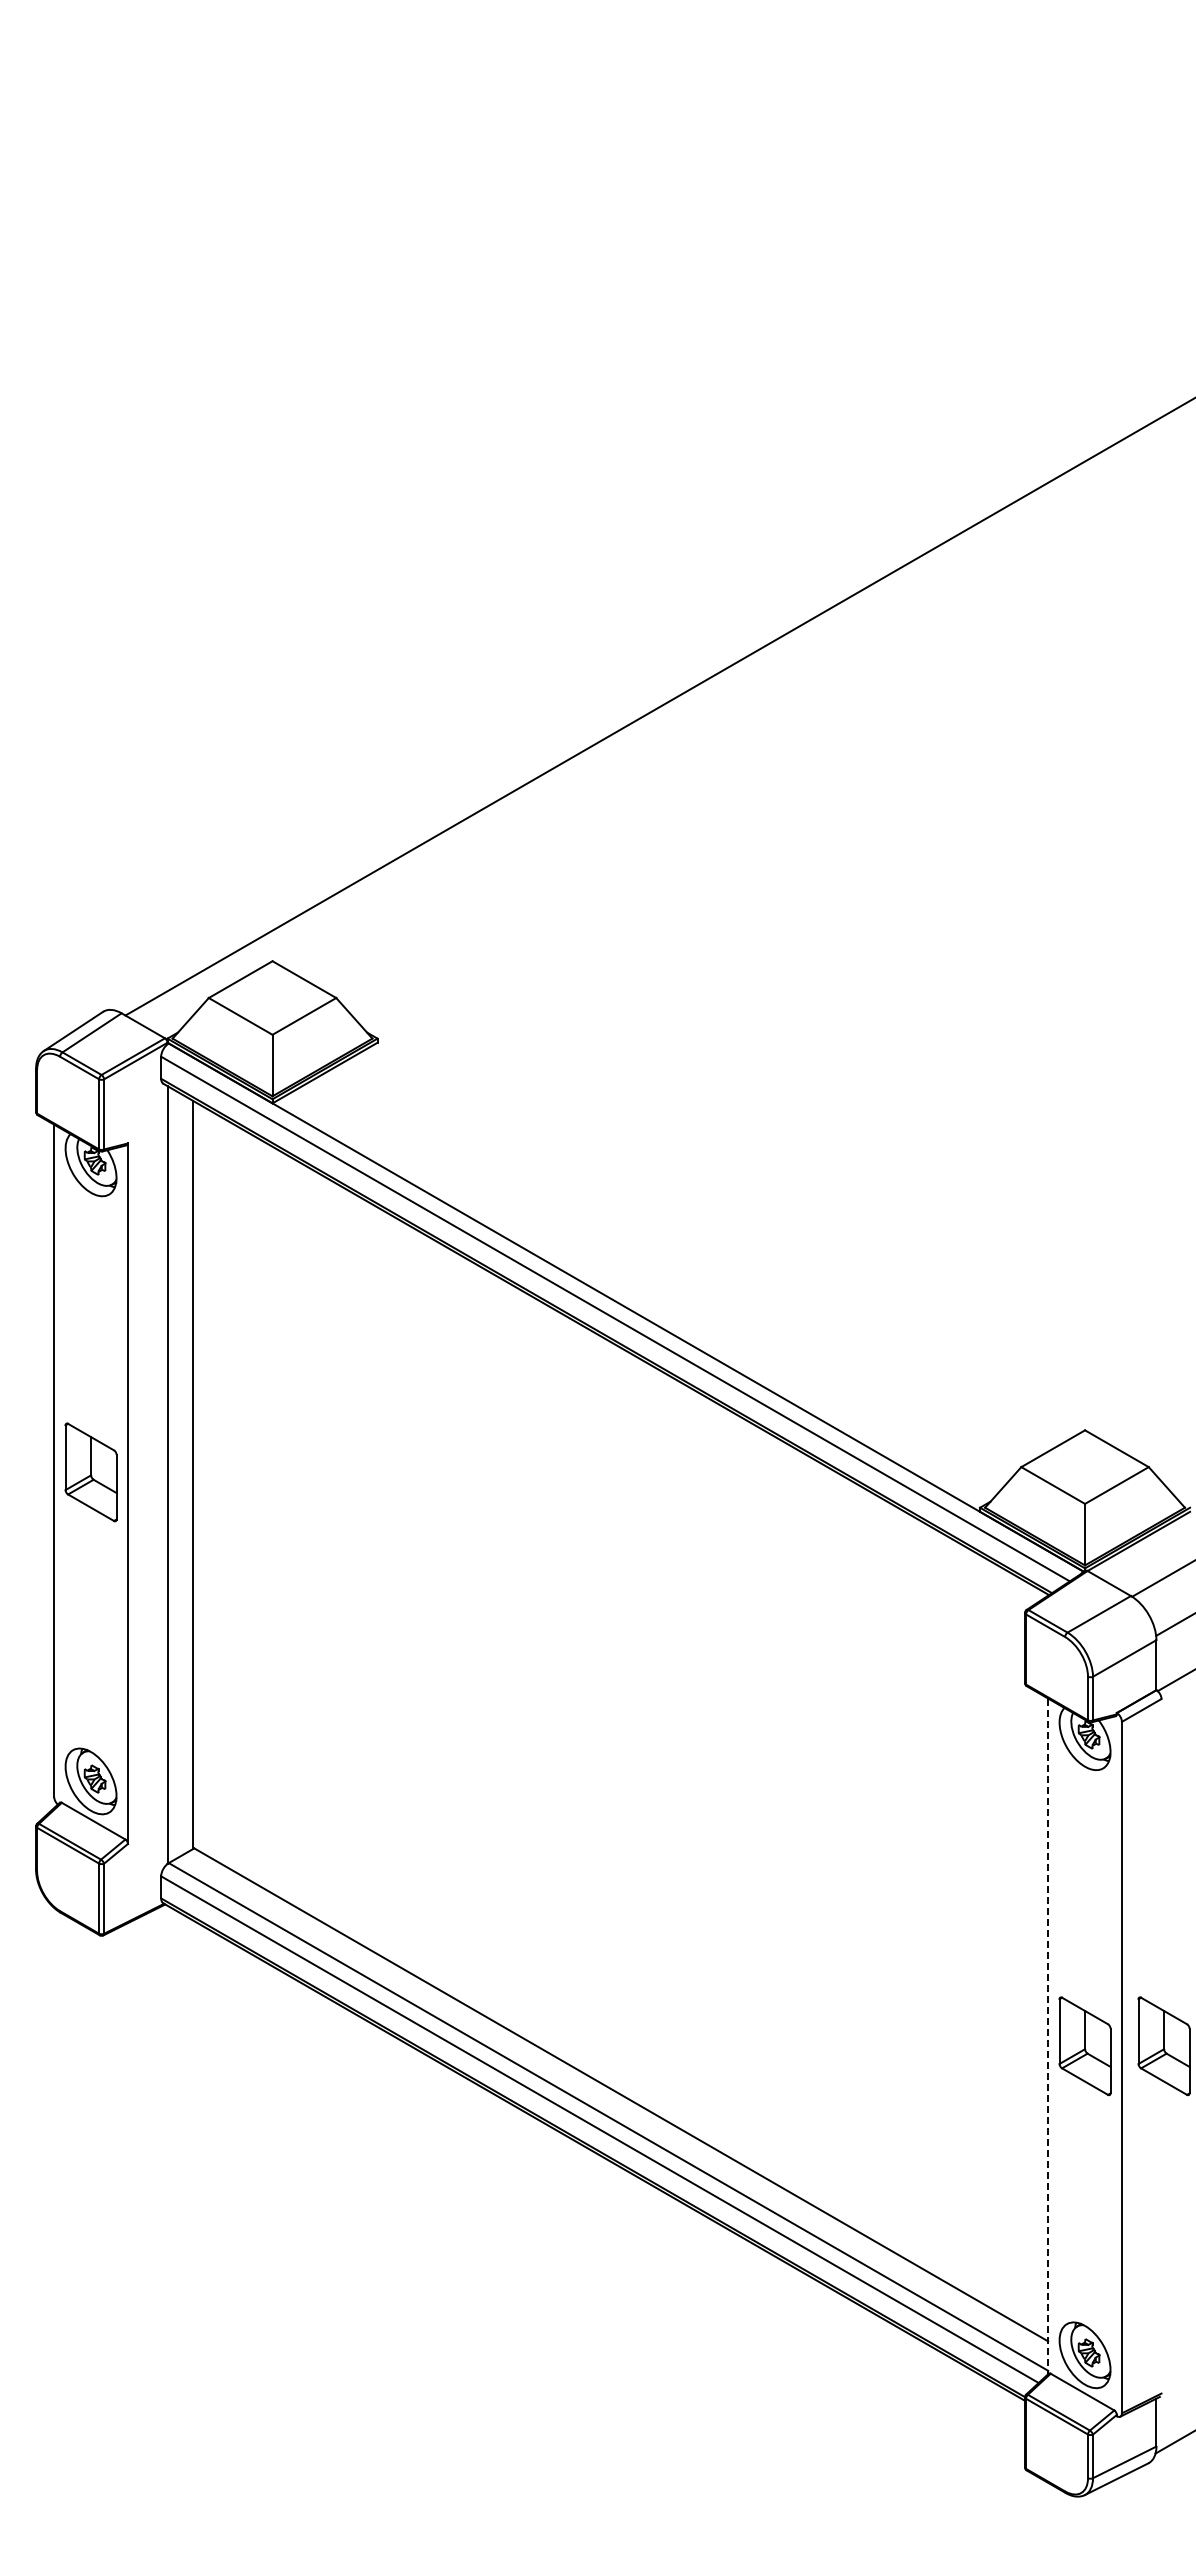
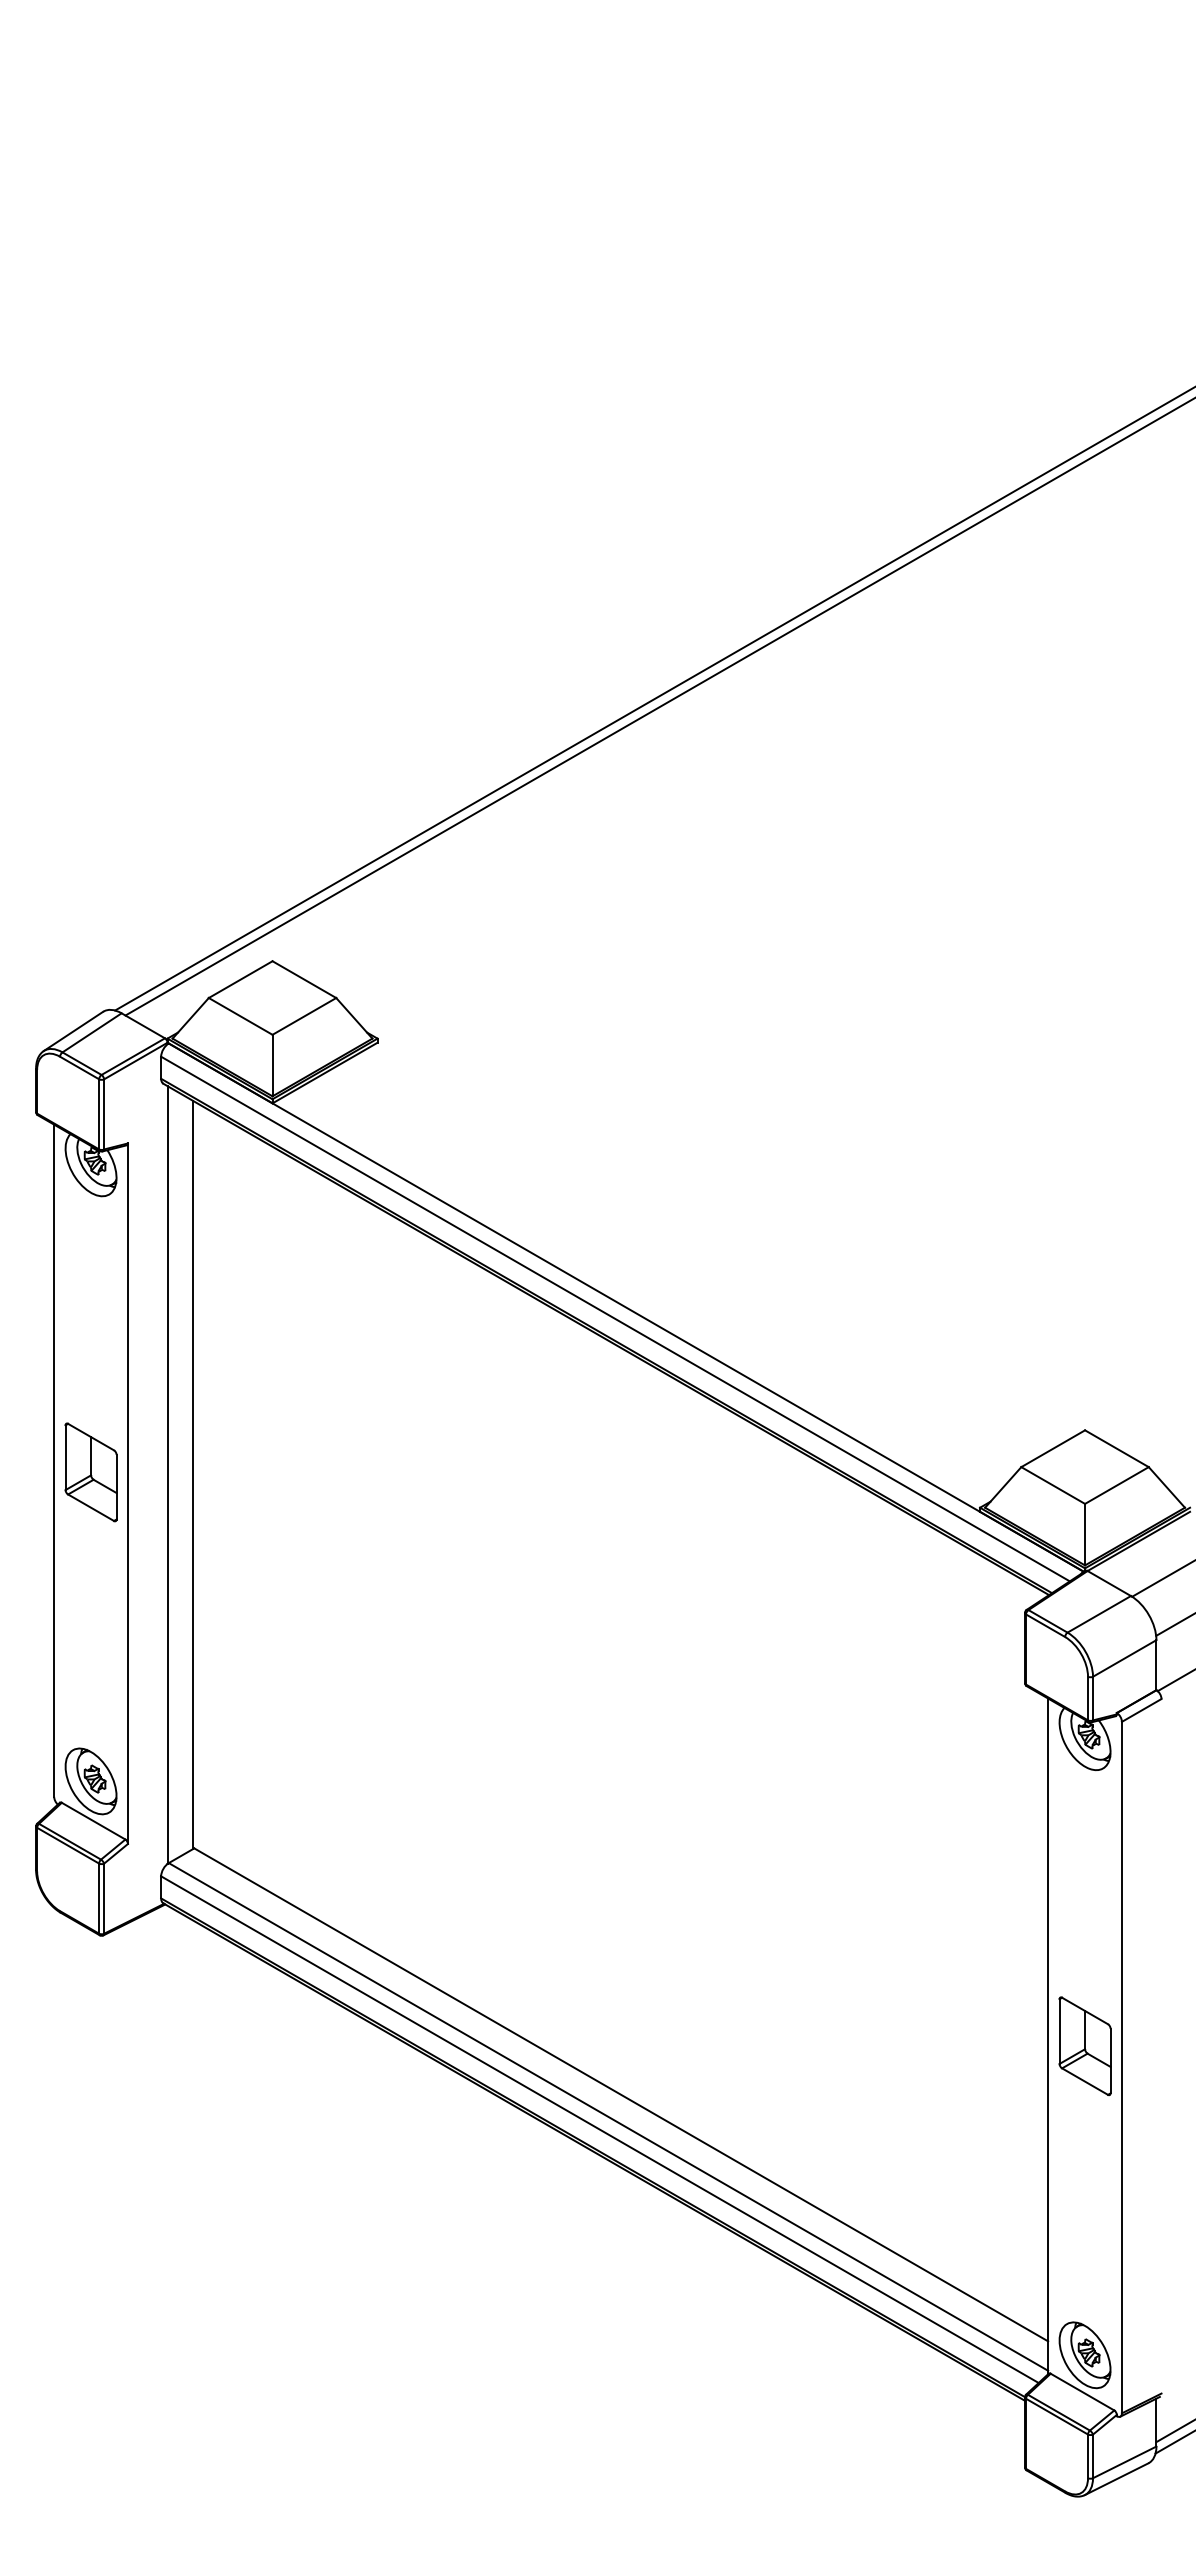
line at (653, 699): none -> present
line at (1048, 2036): dashed -> solid
part at (1163, 2046): present -> none
line at (1174, 2431): none -> present
